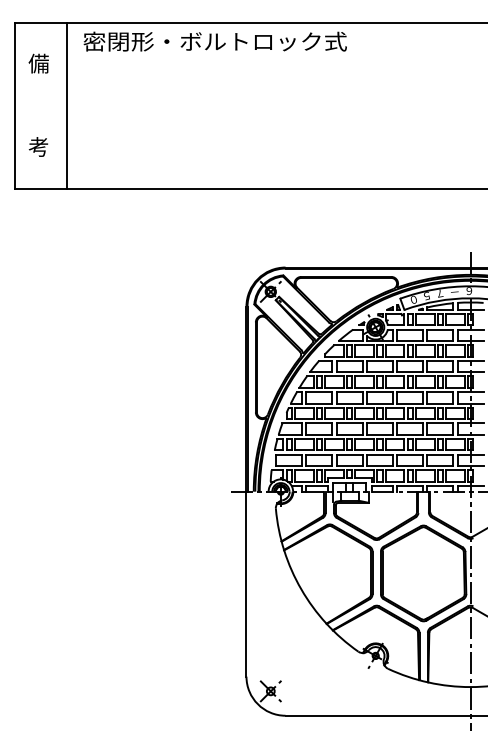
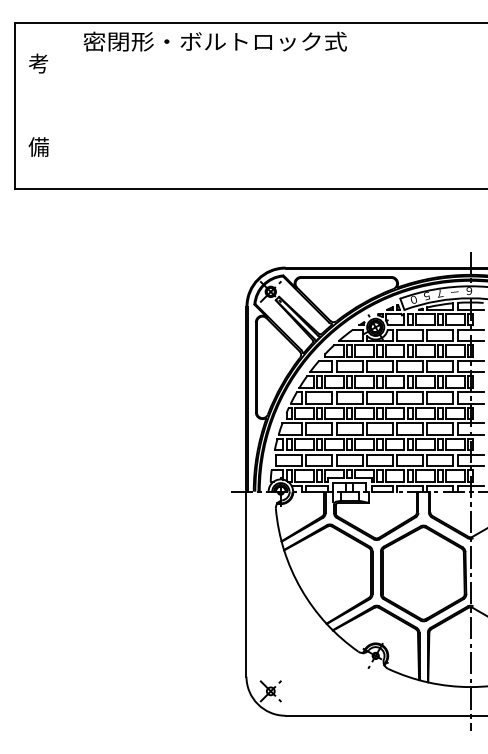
text at (38, 63): 備 -> 考
line at (66, 105): present -> none
text at (38, 146): 考 -> 備
